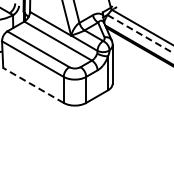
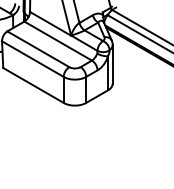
line at (140, 34): dashed -> solid
line at (33, 85): dashed -> solid
